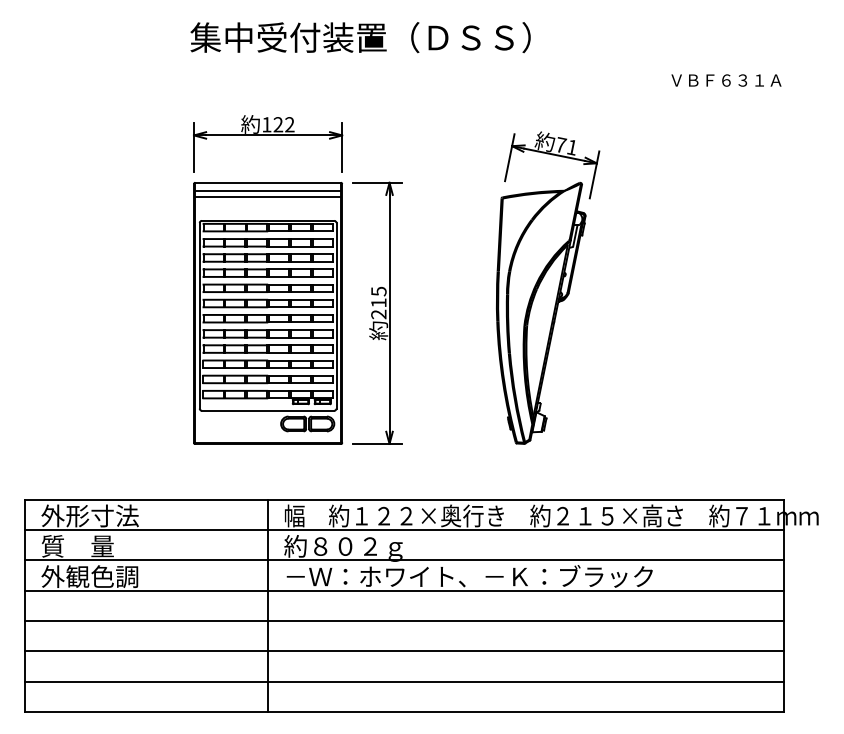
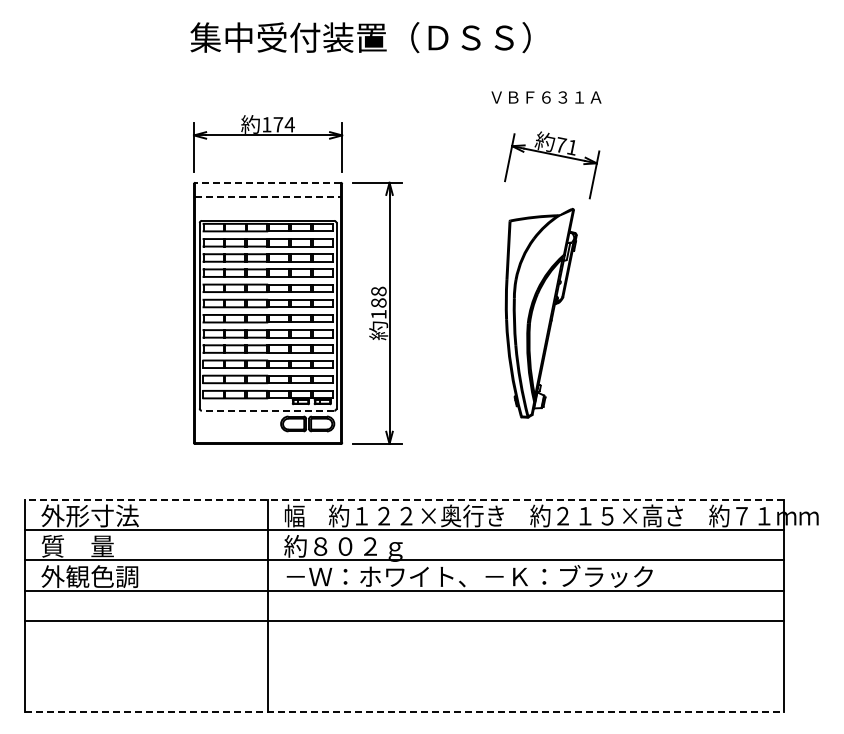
text at (726, 80) position: (726, 80) -> (546, 97)
text at (283, 124): 122 -> 174
line at (268, 182): solid -> dashed
line at (267, 190): present -> none
line at (268, 197): solid -> dashed
text at (378, 302): 215 -> 188
part at (541, 312) size: 91x264 px -> 74x211 px
line at (267, 410): solid -> dashed
line at (404, 499): solid -> dashed
line at (404, 651): present -> none
line at (404, 681): present -> none
line at (404, 712): solid -> dashed
